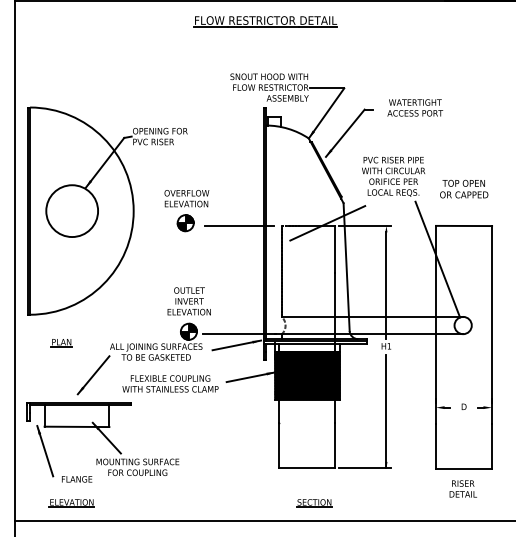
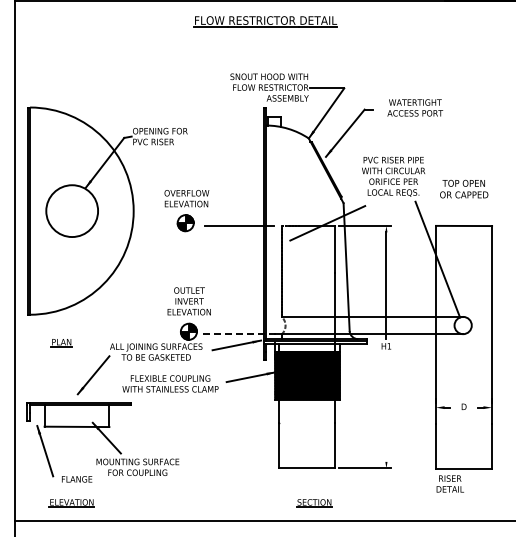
line at (239, 334): solid -> dashed
line at (386, 411): present -> none
text at (462, 488) position: (462, 488) -> (449, 483)
